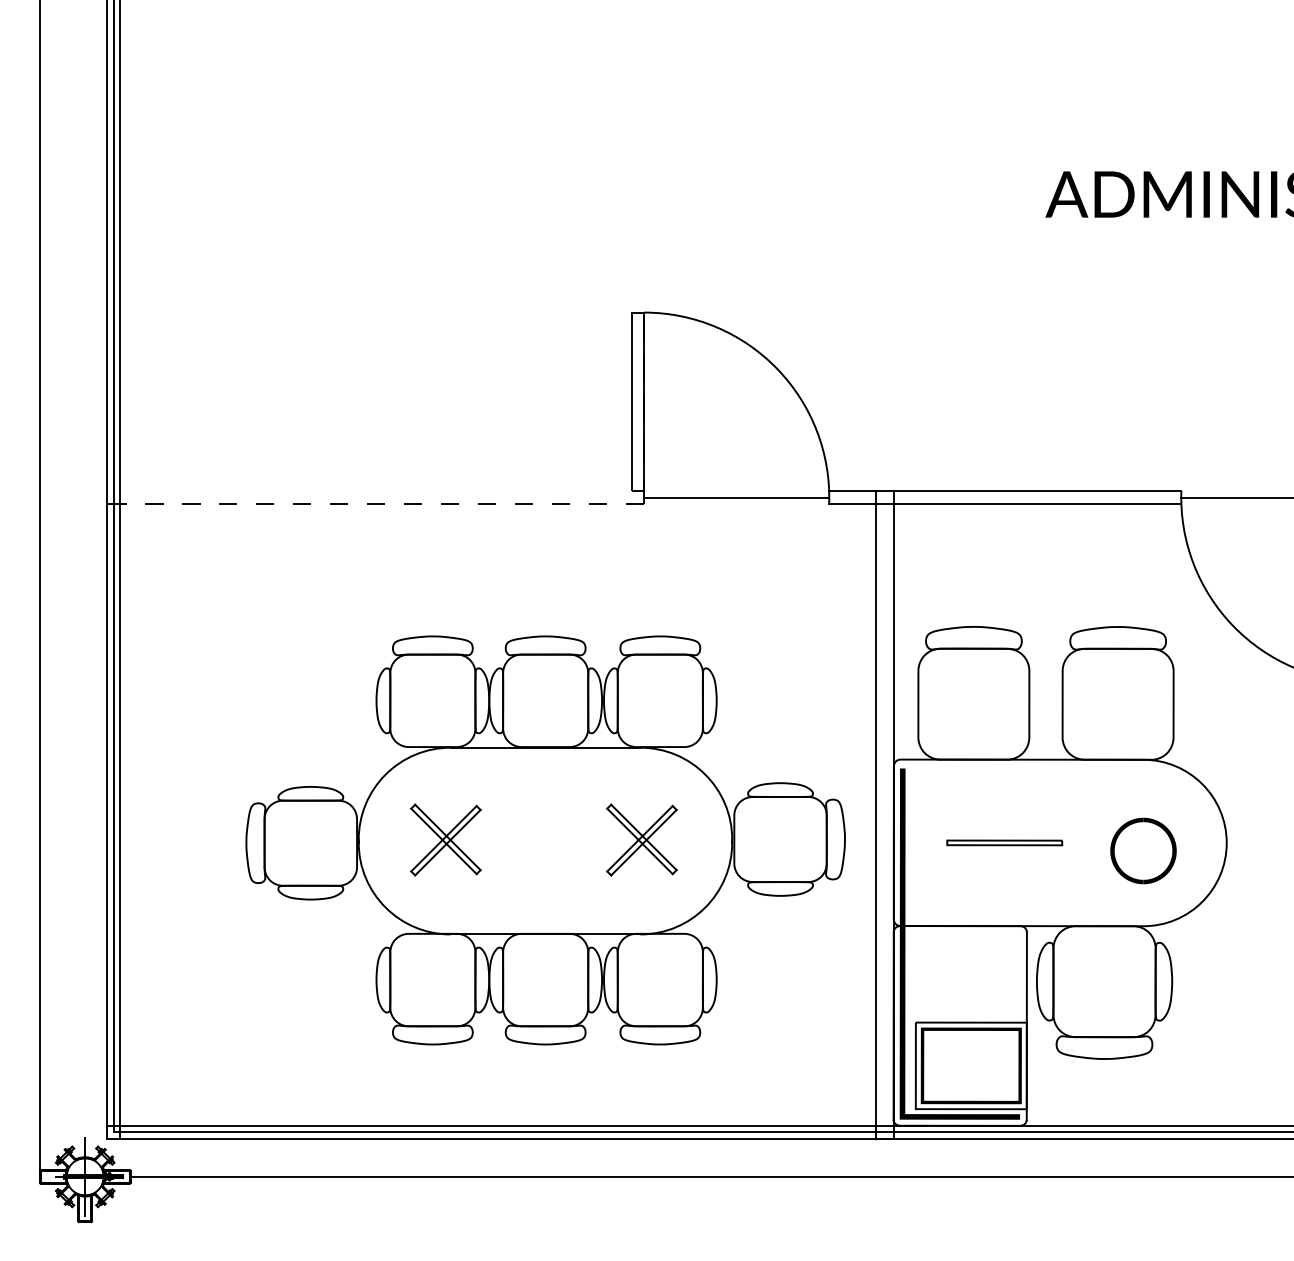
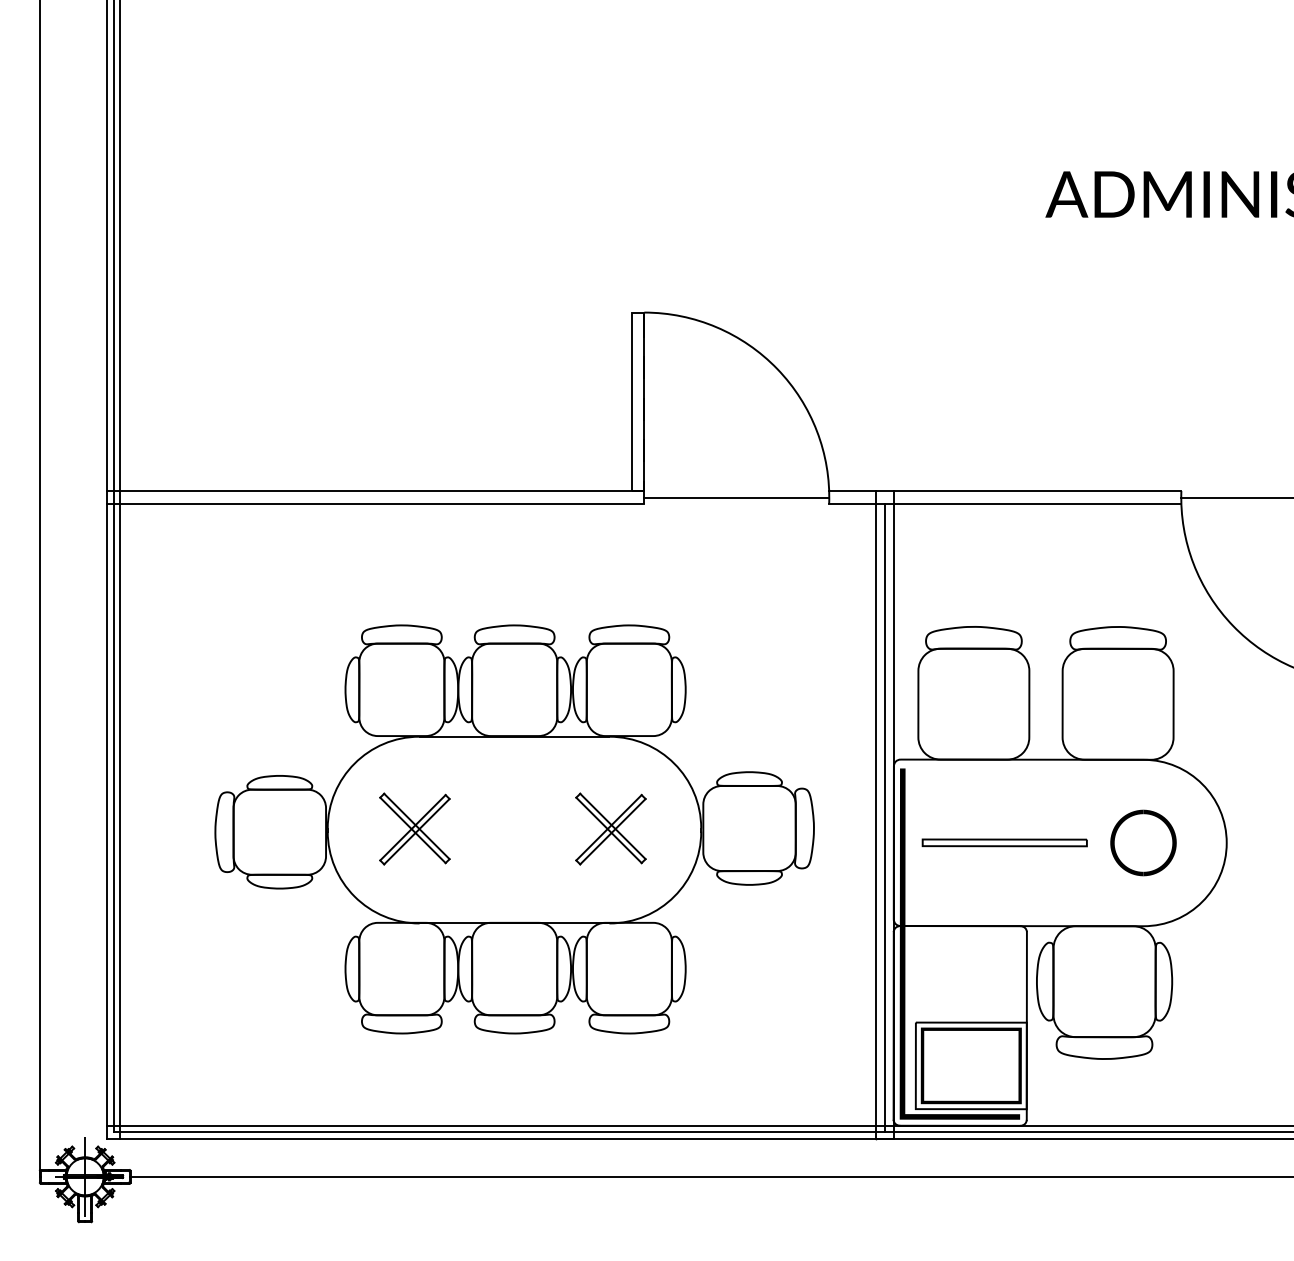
line at (375, 491): none -> present
line at (375, 503): dashed -> solid
line at (884, 817): none -> present
part at (545, 840) position: (545, 840) -> (514, 829)
part at (1004, 842) size: 118x8 px -> 167x10 px
part at (1143, 850) position: (1143, 850) -> (1143, 842)
